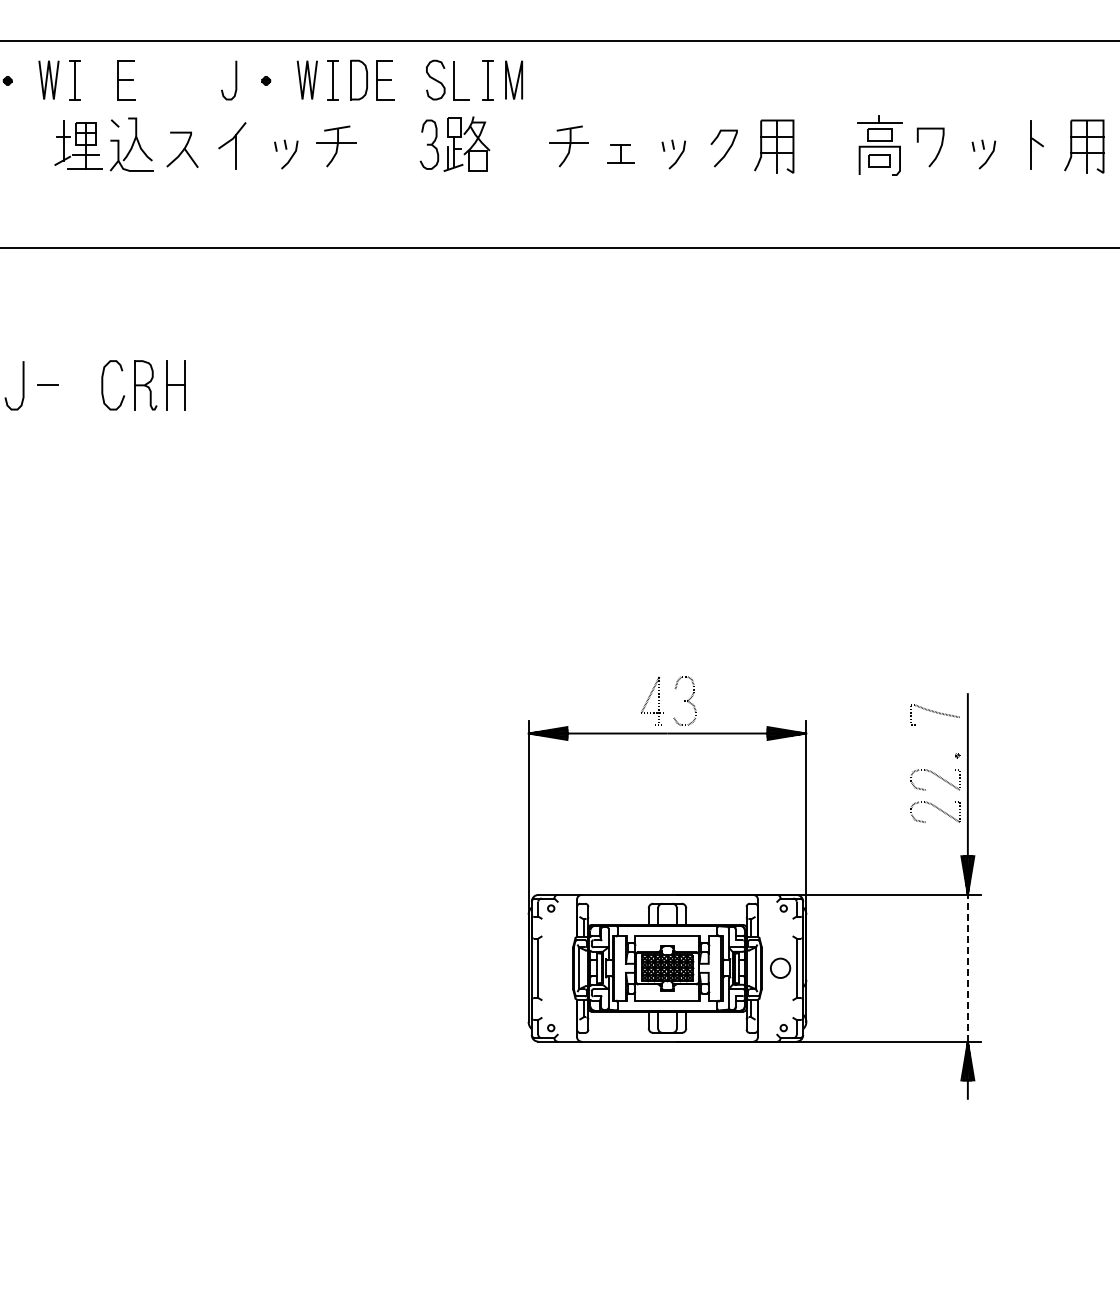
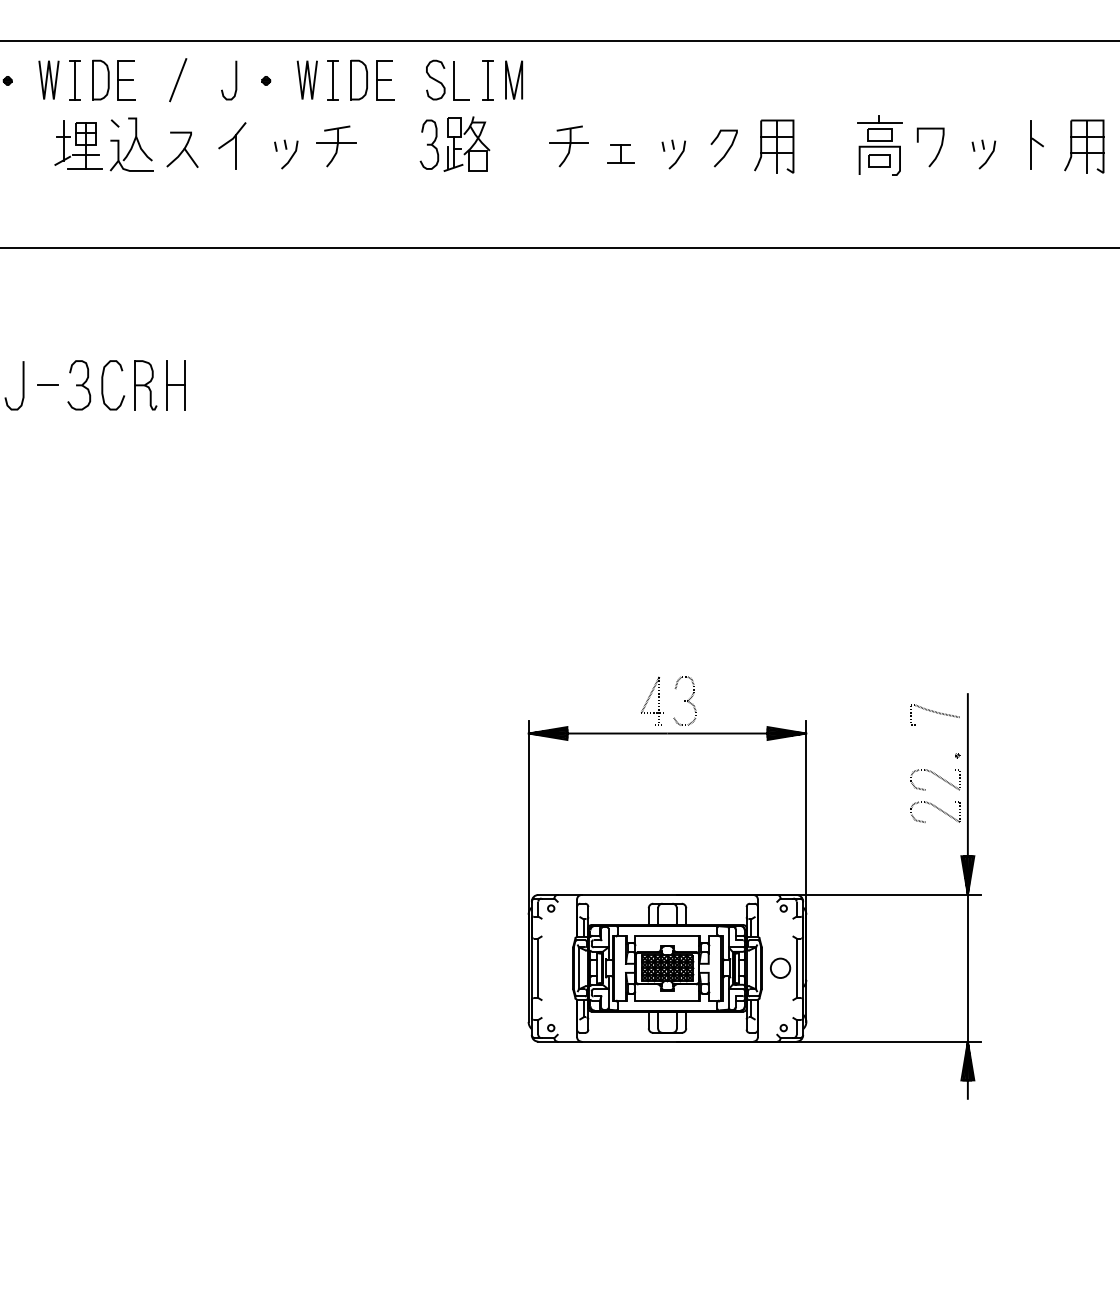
part at (100, 79): none -> present
line at (178, 80): none -> present
part at (79, 385): none -> present
line at (967, 967): dashed -> solid
